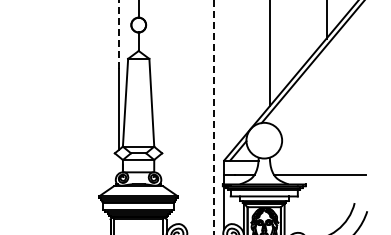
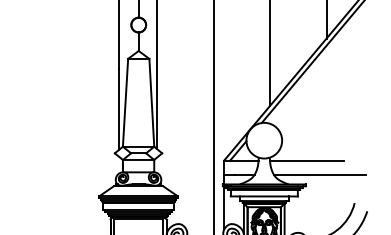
line at (118, 34): dashed -> solid
line at (157, 75): none -> present
line at (213, 117): dashed -> solid
line at (306, 160): none -> present
